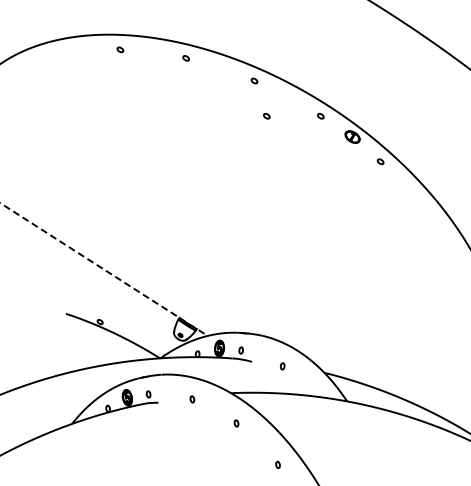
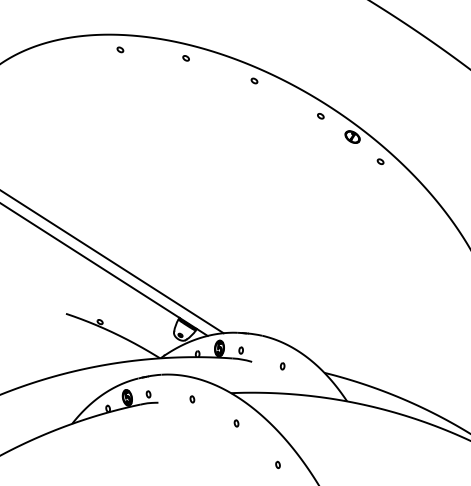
part at (266, 116): present -> none
line at (112, 262): none -> present
line at (104, 269): dashed -> solid
